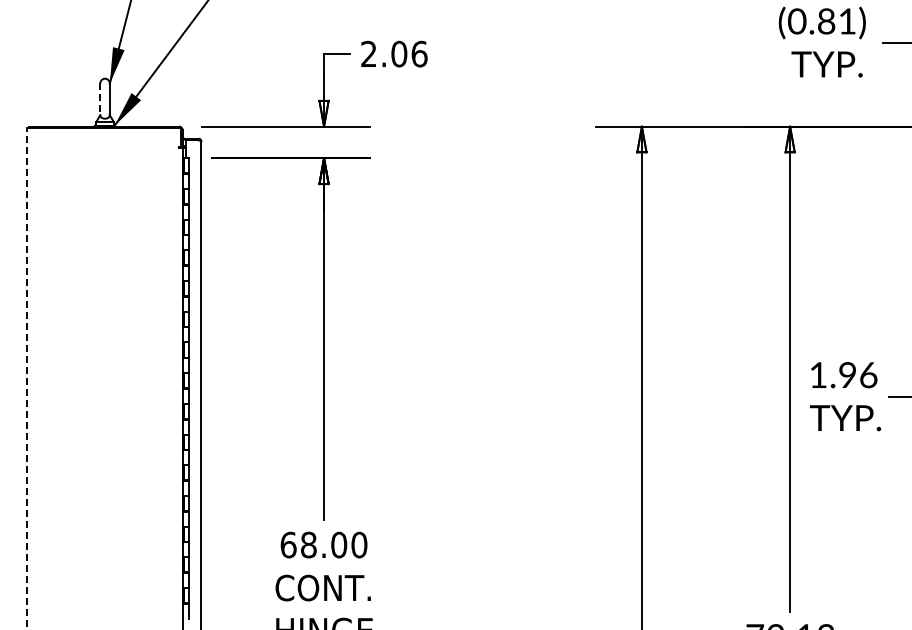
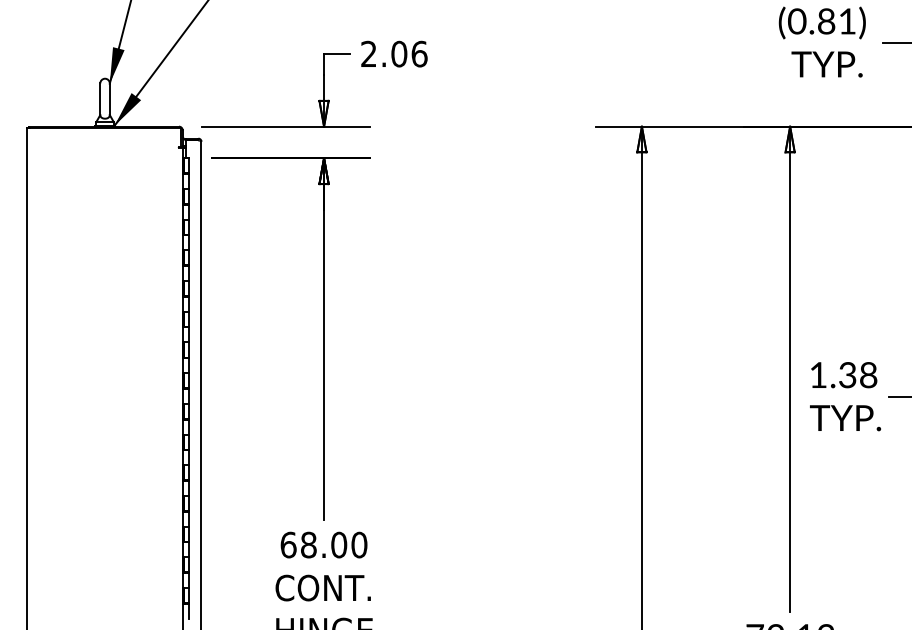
line at (100, 99): dashed -> solid
text at (858, 375): 1.96 -> 1.38
line at (27, 378): dashed -> solid
